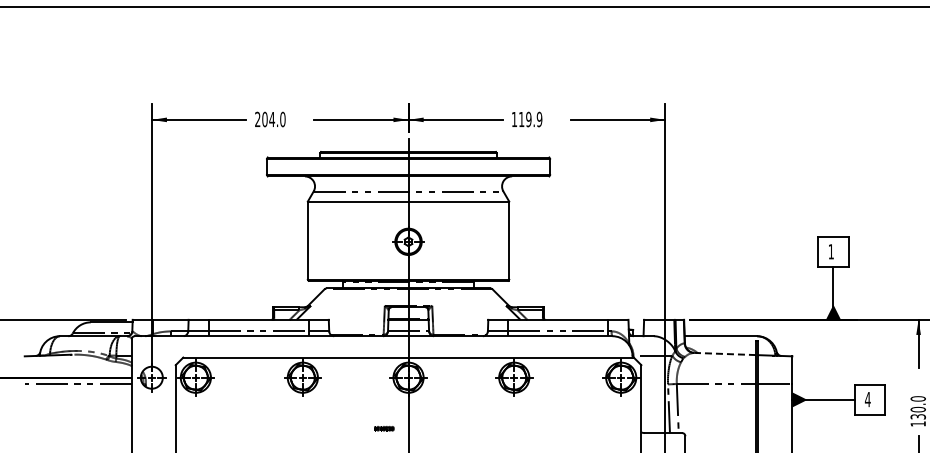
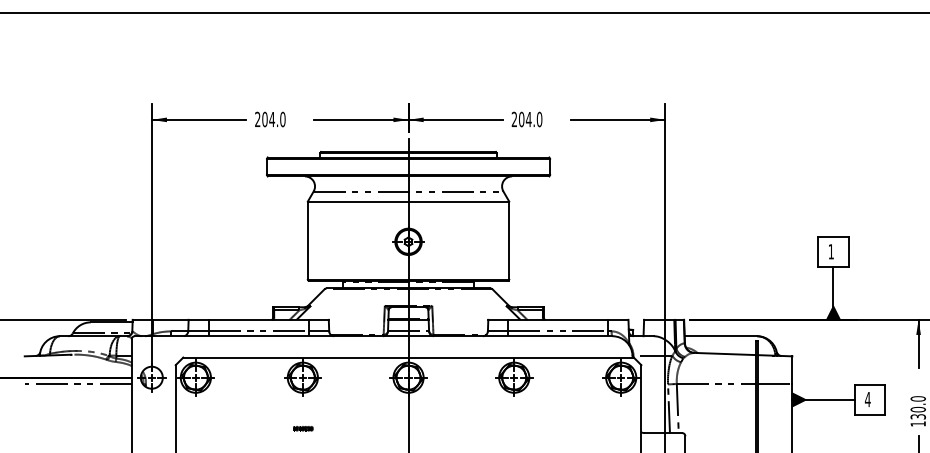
line at (464, 7) position: (464, 7) -> (464, 13)
text at (526, 119): 119.9 -> 204.0
line at (725, 353): dashed -> solid
part at (384, 428) position: (384, 428) -> (303, 428)
